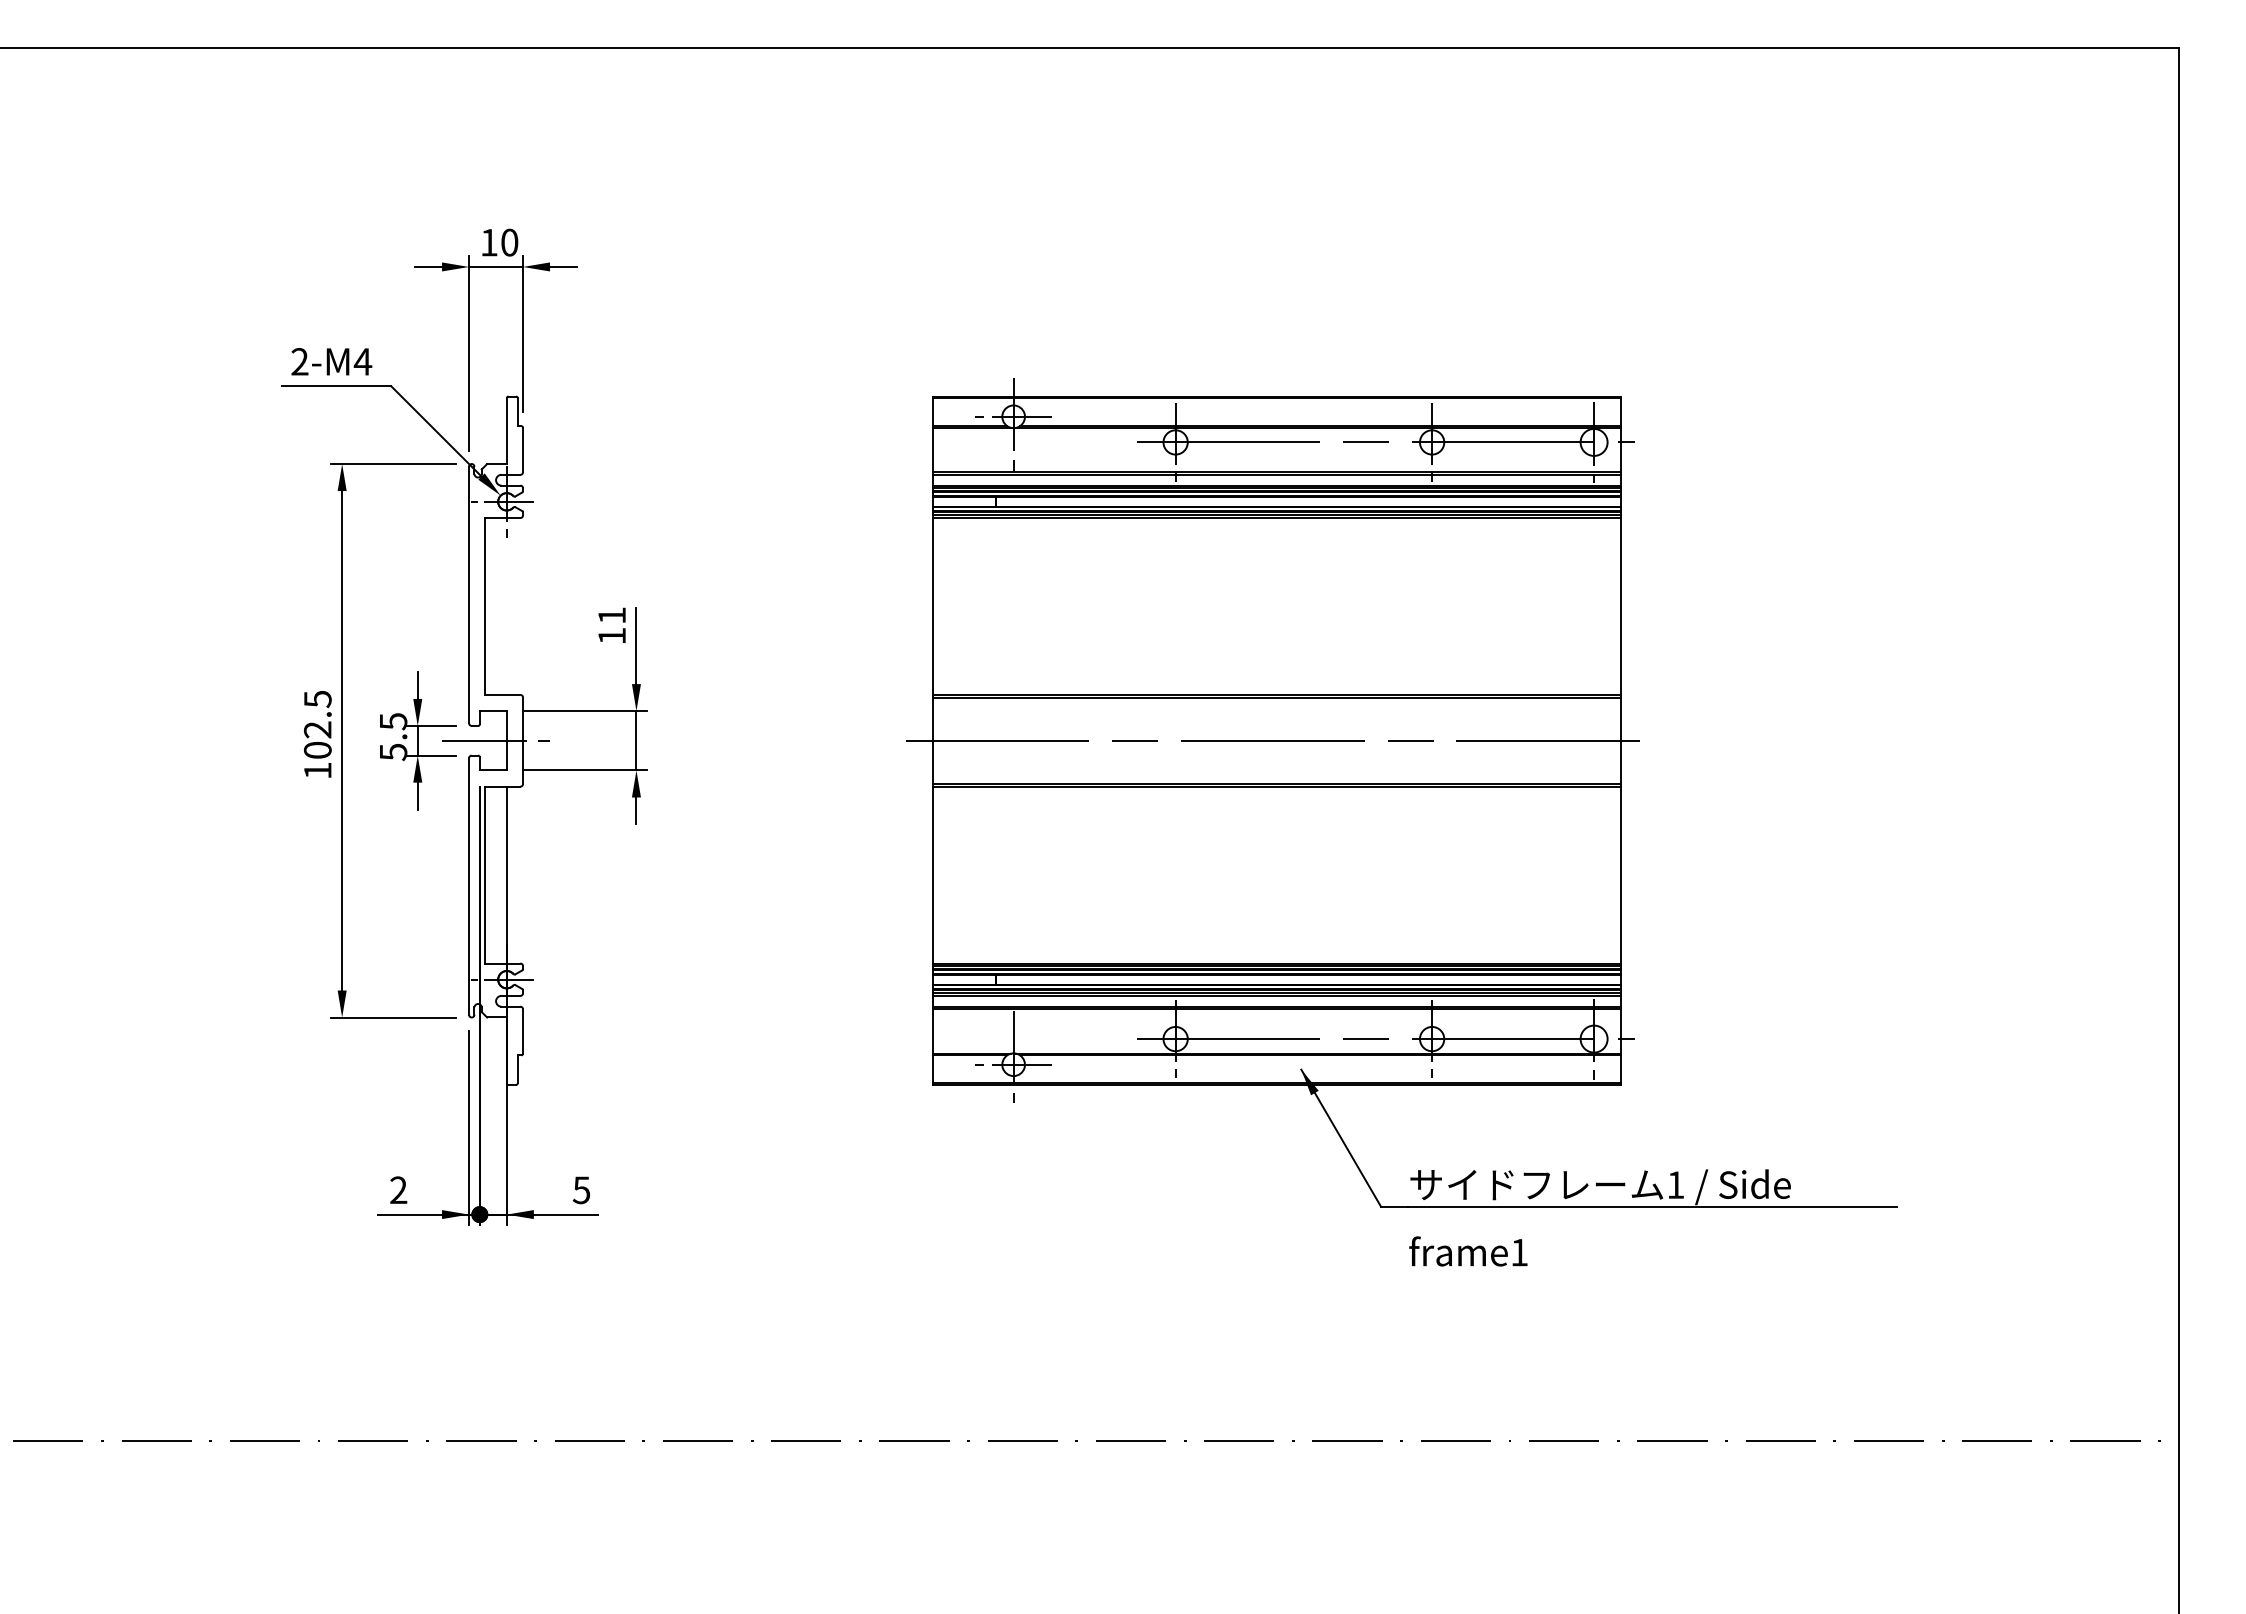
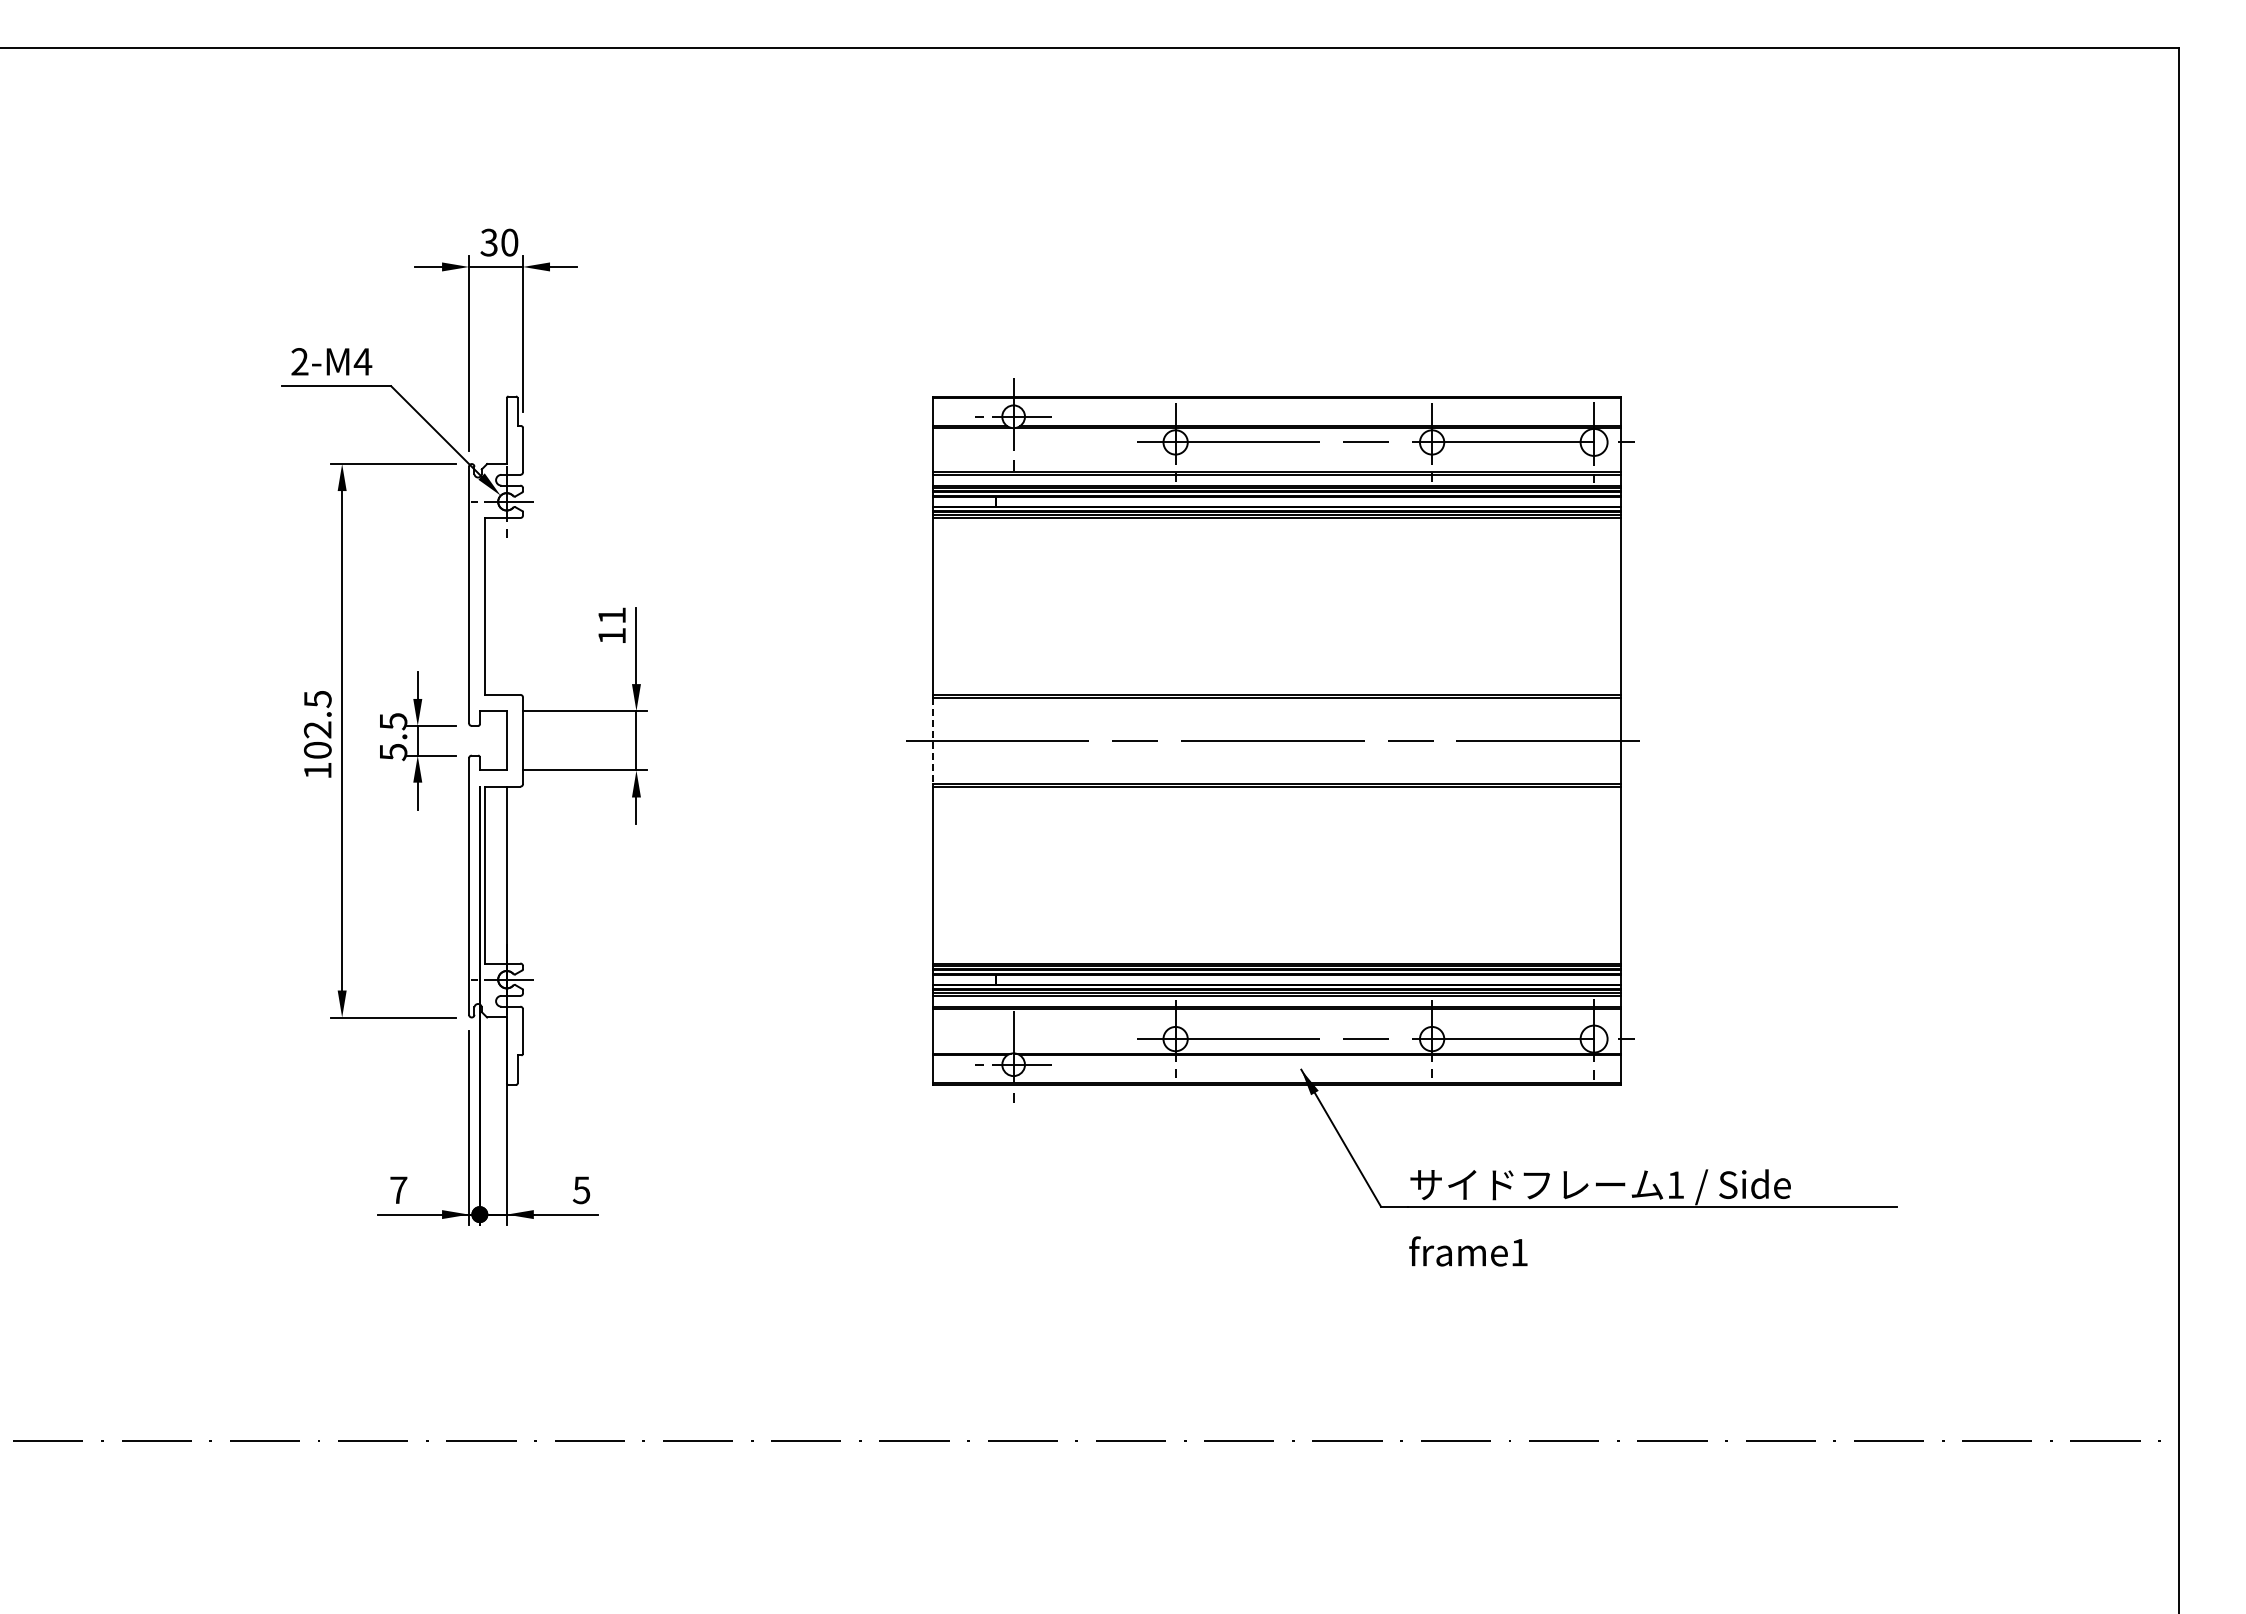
text at (488, 242): 10 -> 30
line at (496, 740): present -> none
line at (932, 741): solid -> dashed
text at (398, 1189): 2 -> 7
